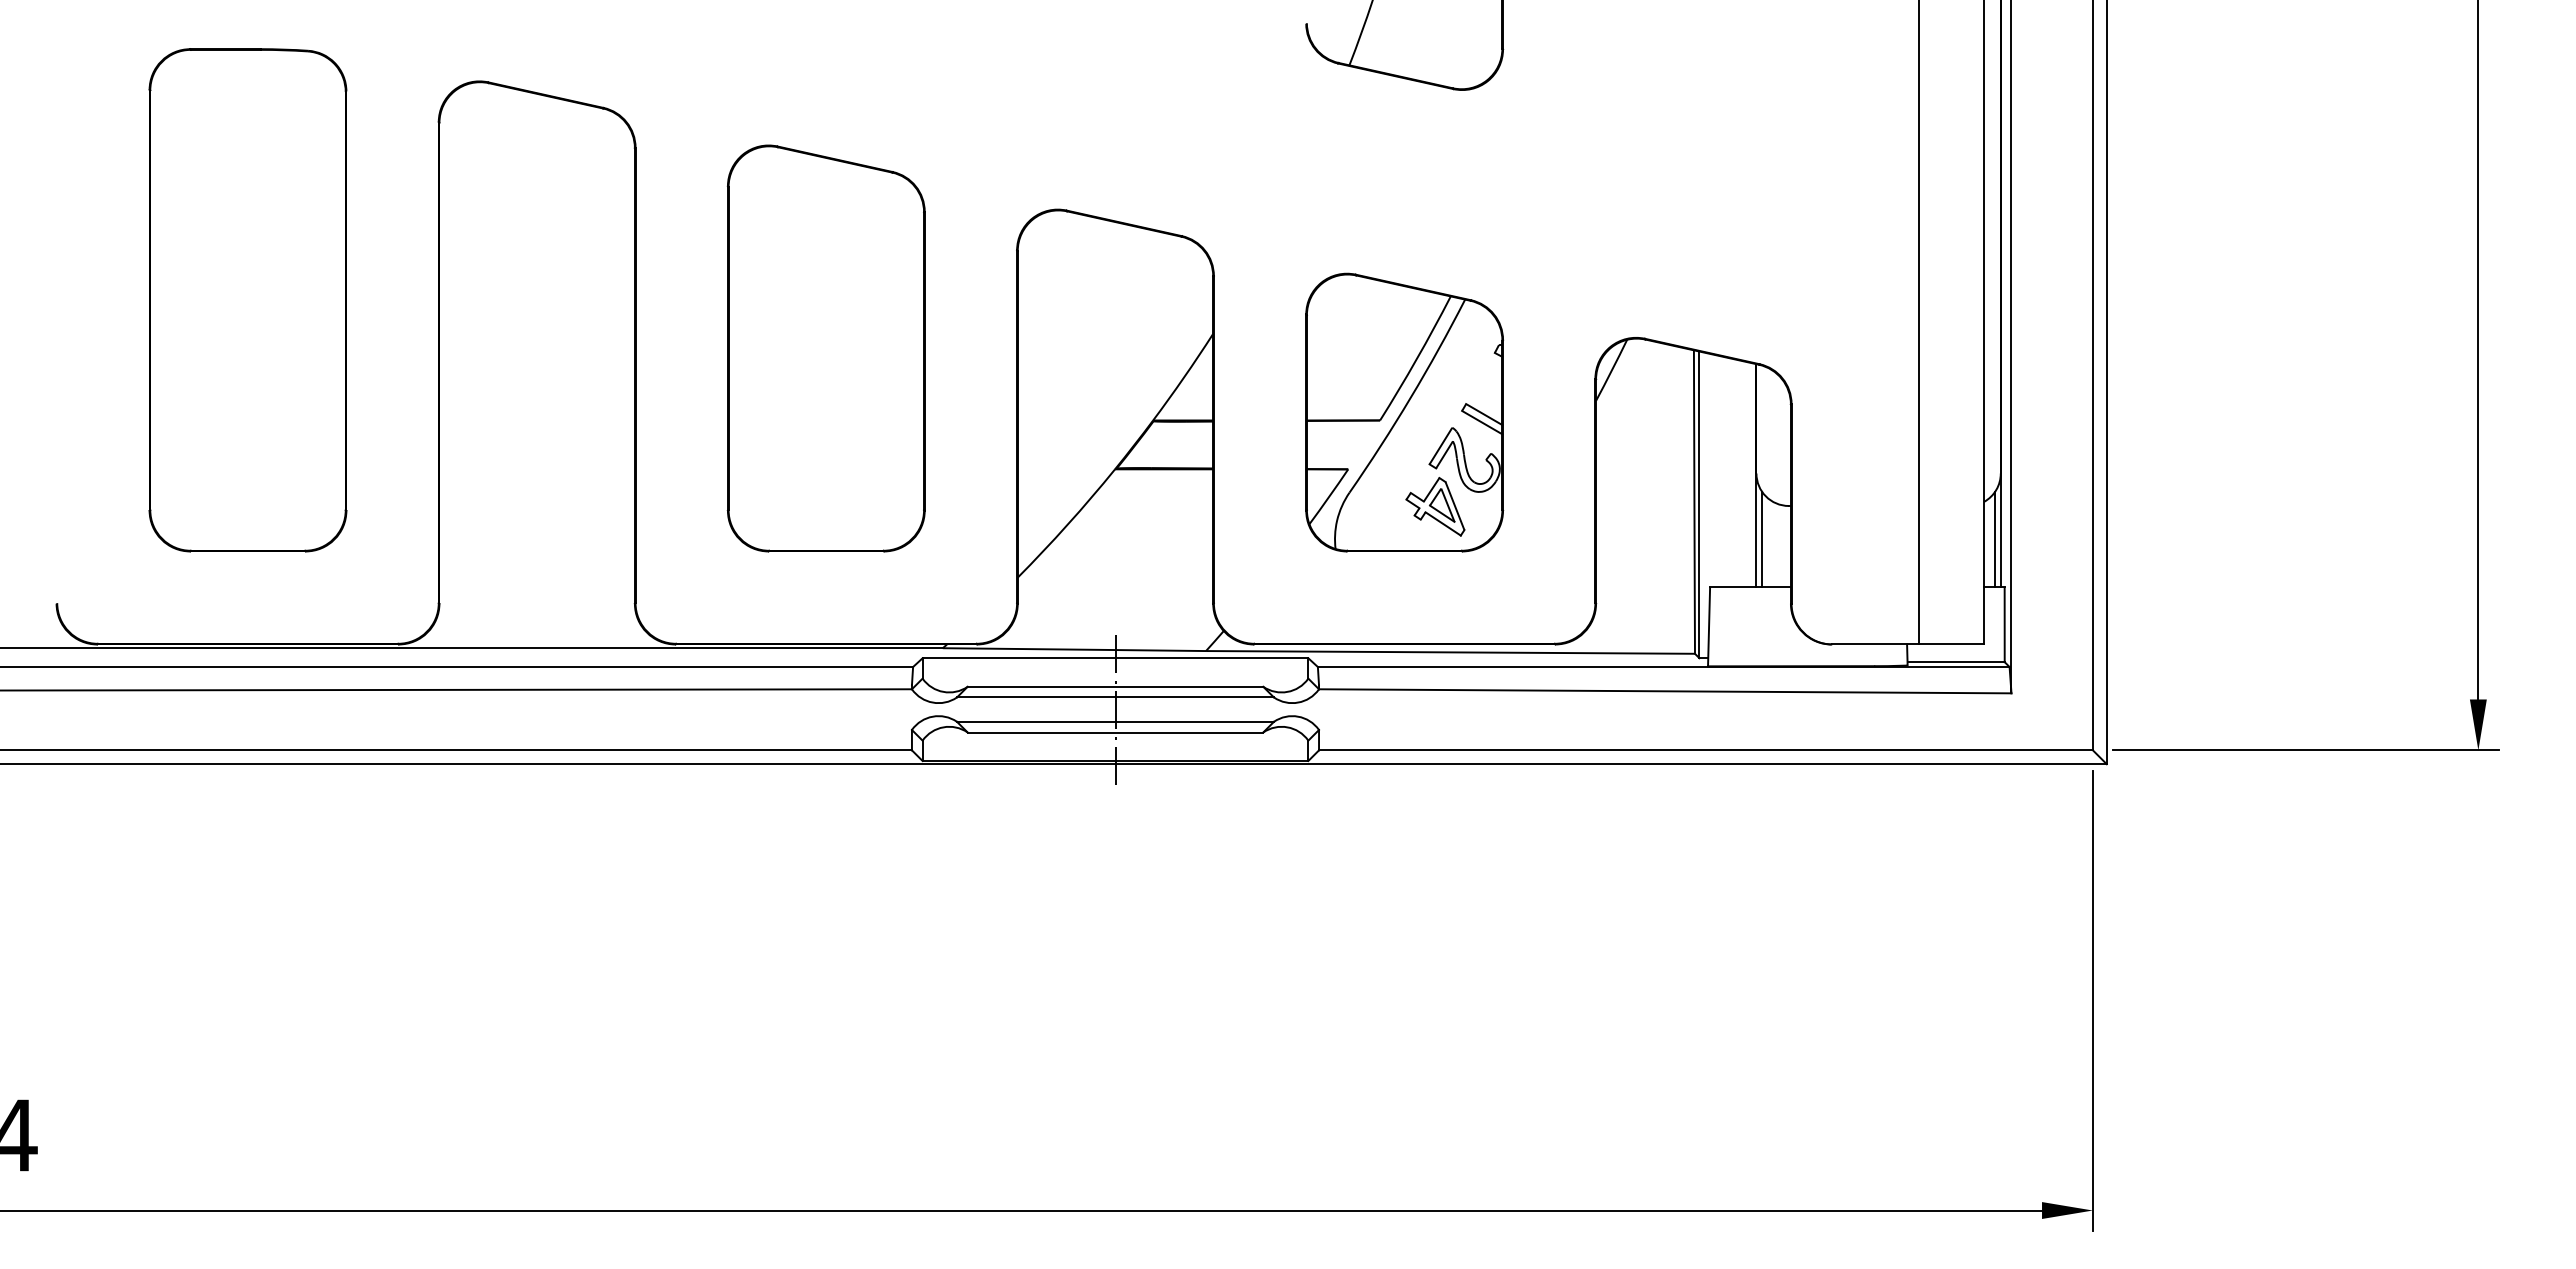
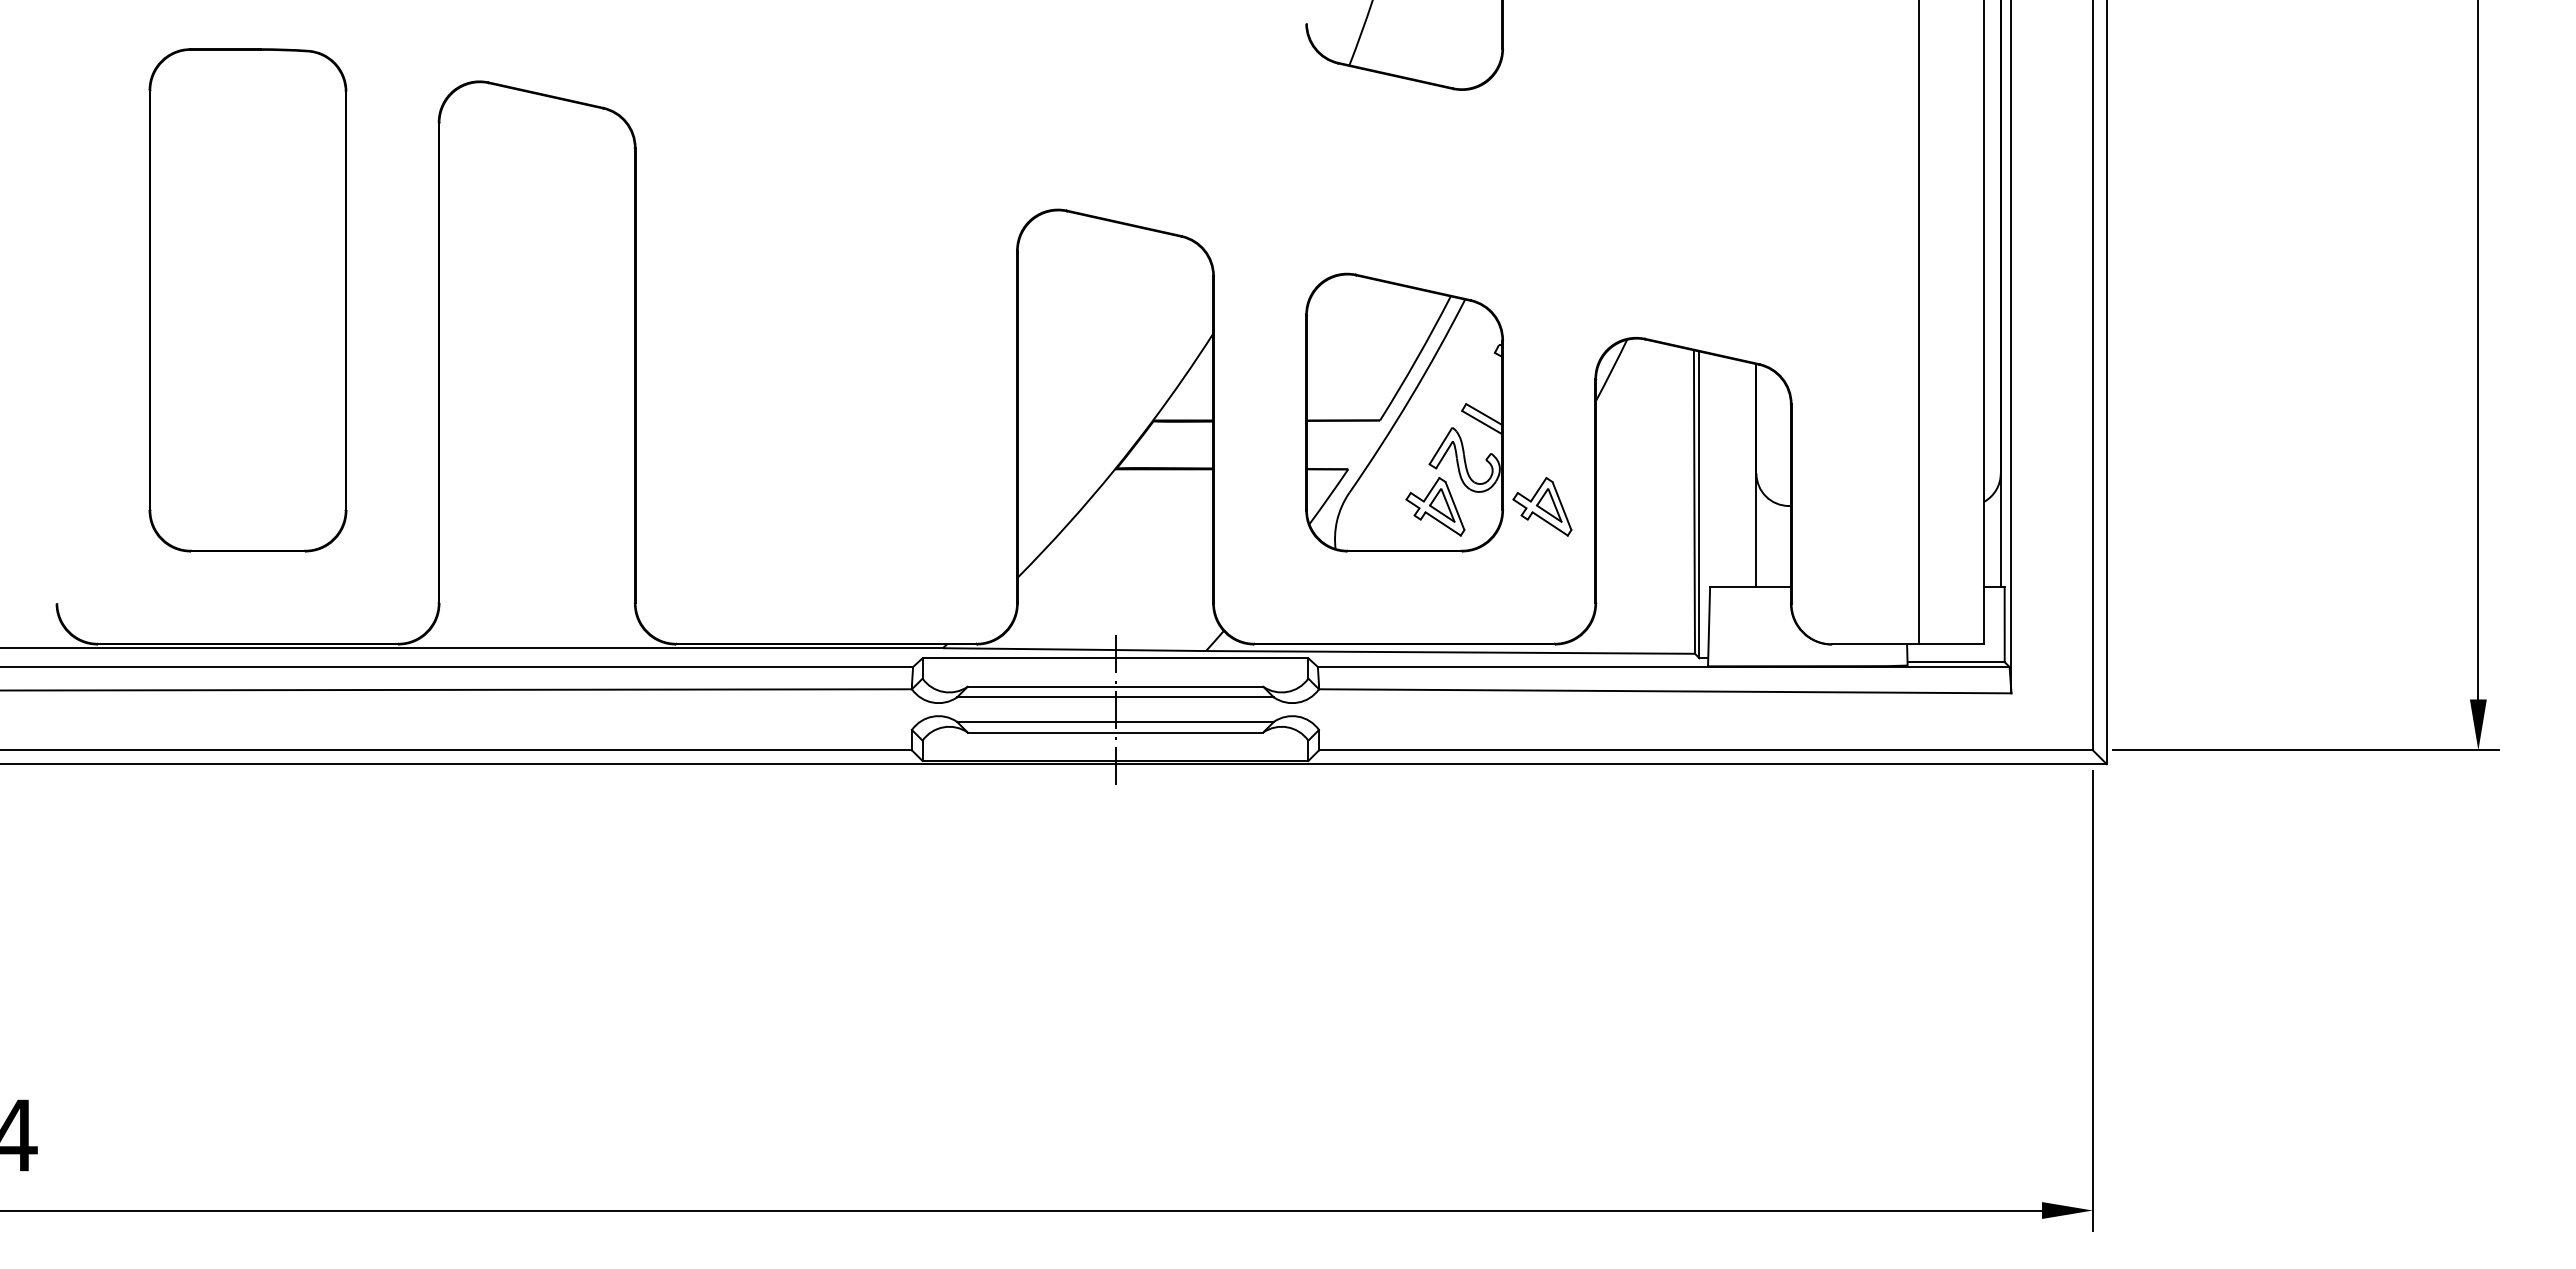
part at (825, 348): present -> none
part at (1542, 506): none -> present
line at (1762, 539): present -> none
line at (1995, 539): present -> none
